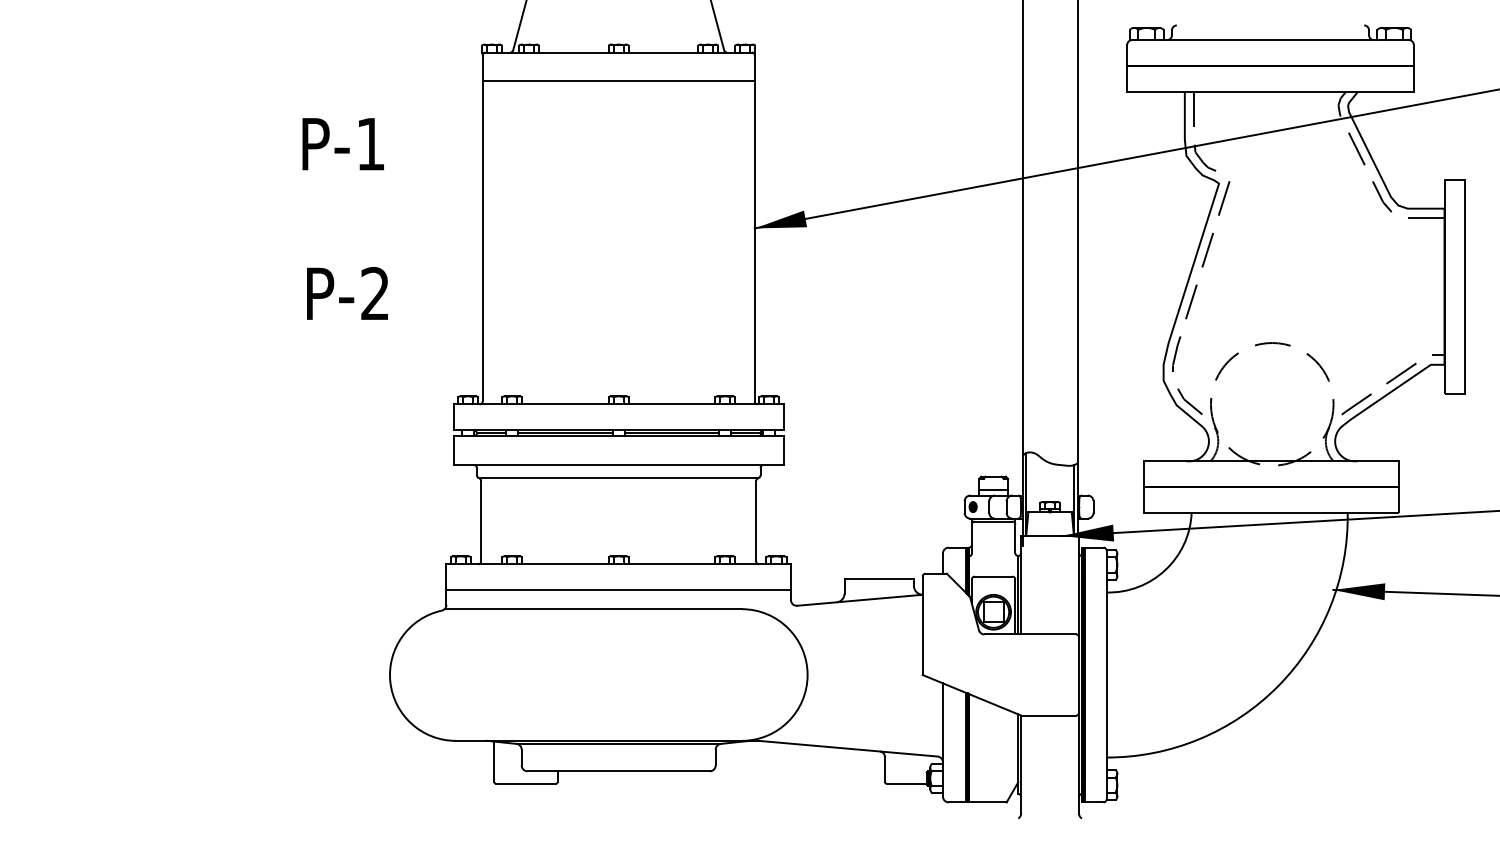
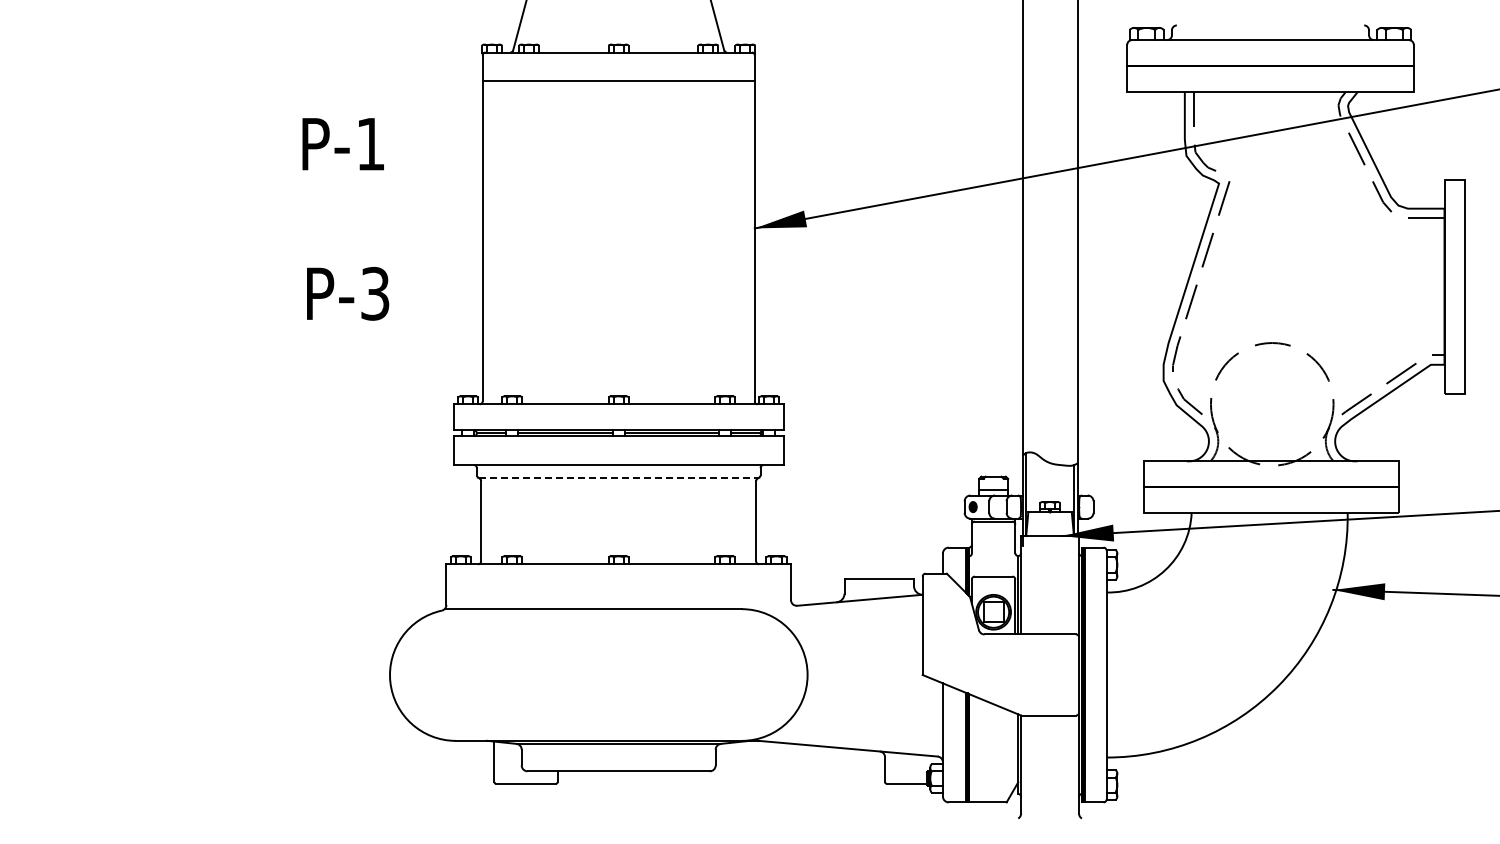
text at (375, 293): P-2 -> P-3
line at (618, 478): solid -> dashed
line at (618, 590): present -> none
